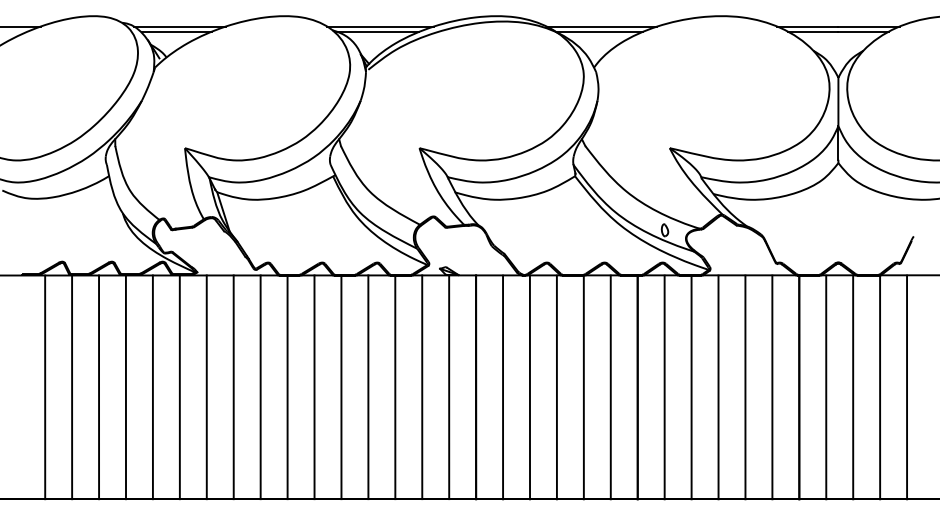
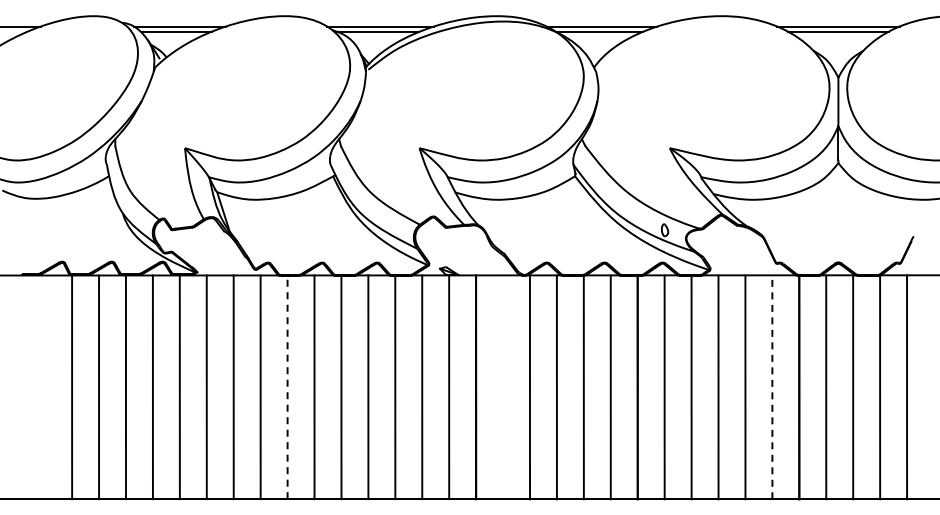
line at (45, 387): present -> none
line at (287, 387): solid -> dashed
line at (503, 387): present -> none
line at (772, 387): solid -> dashed
